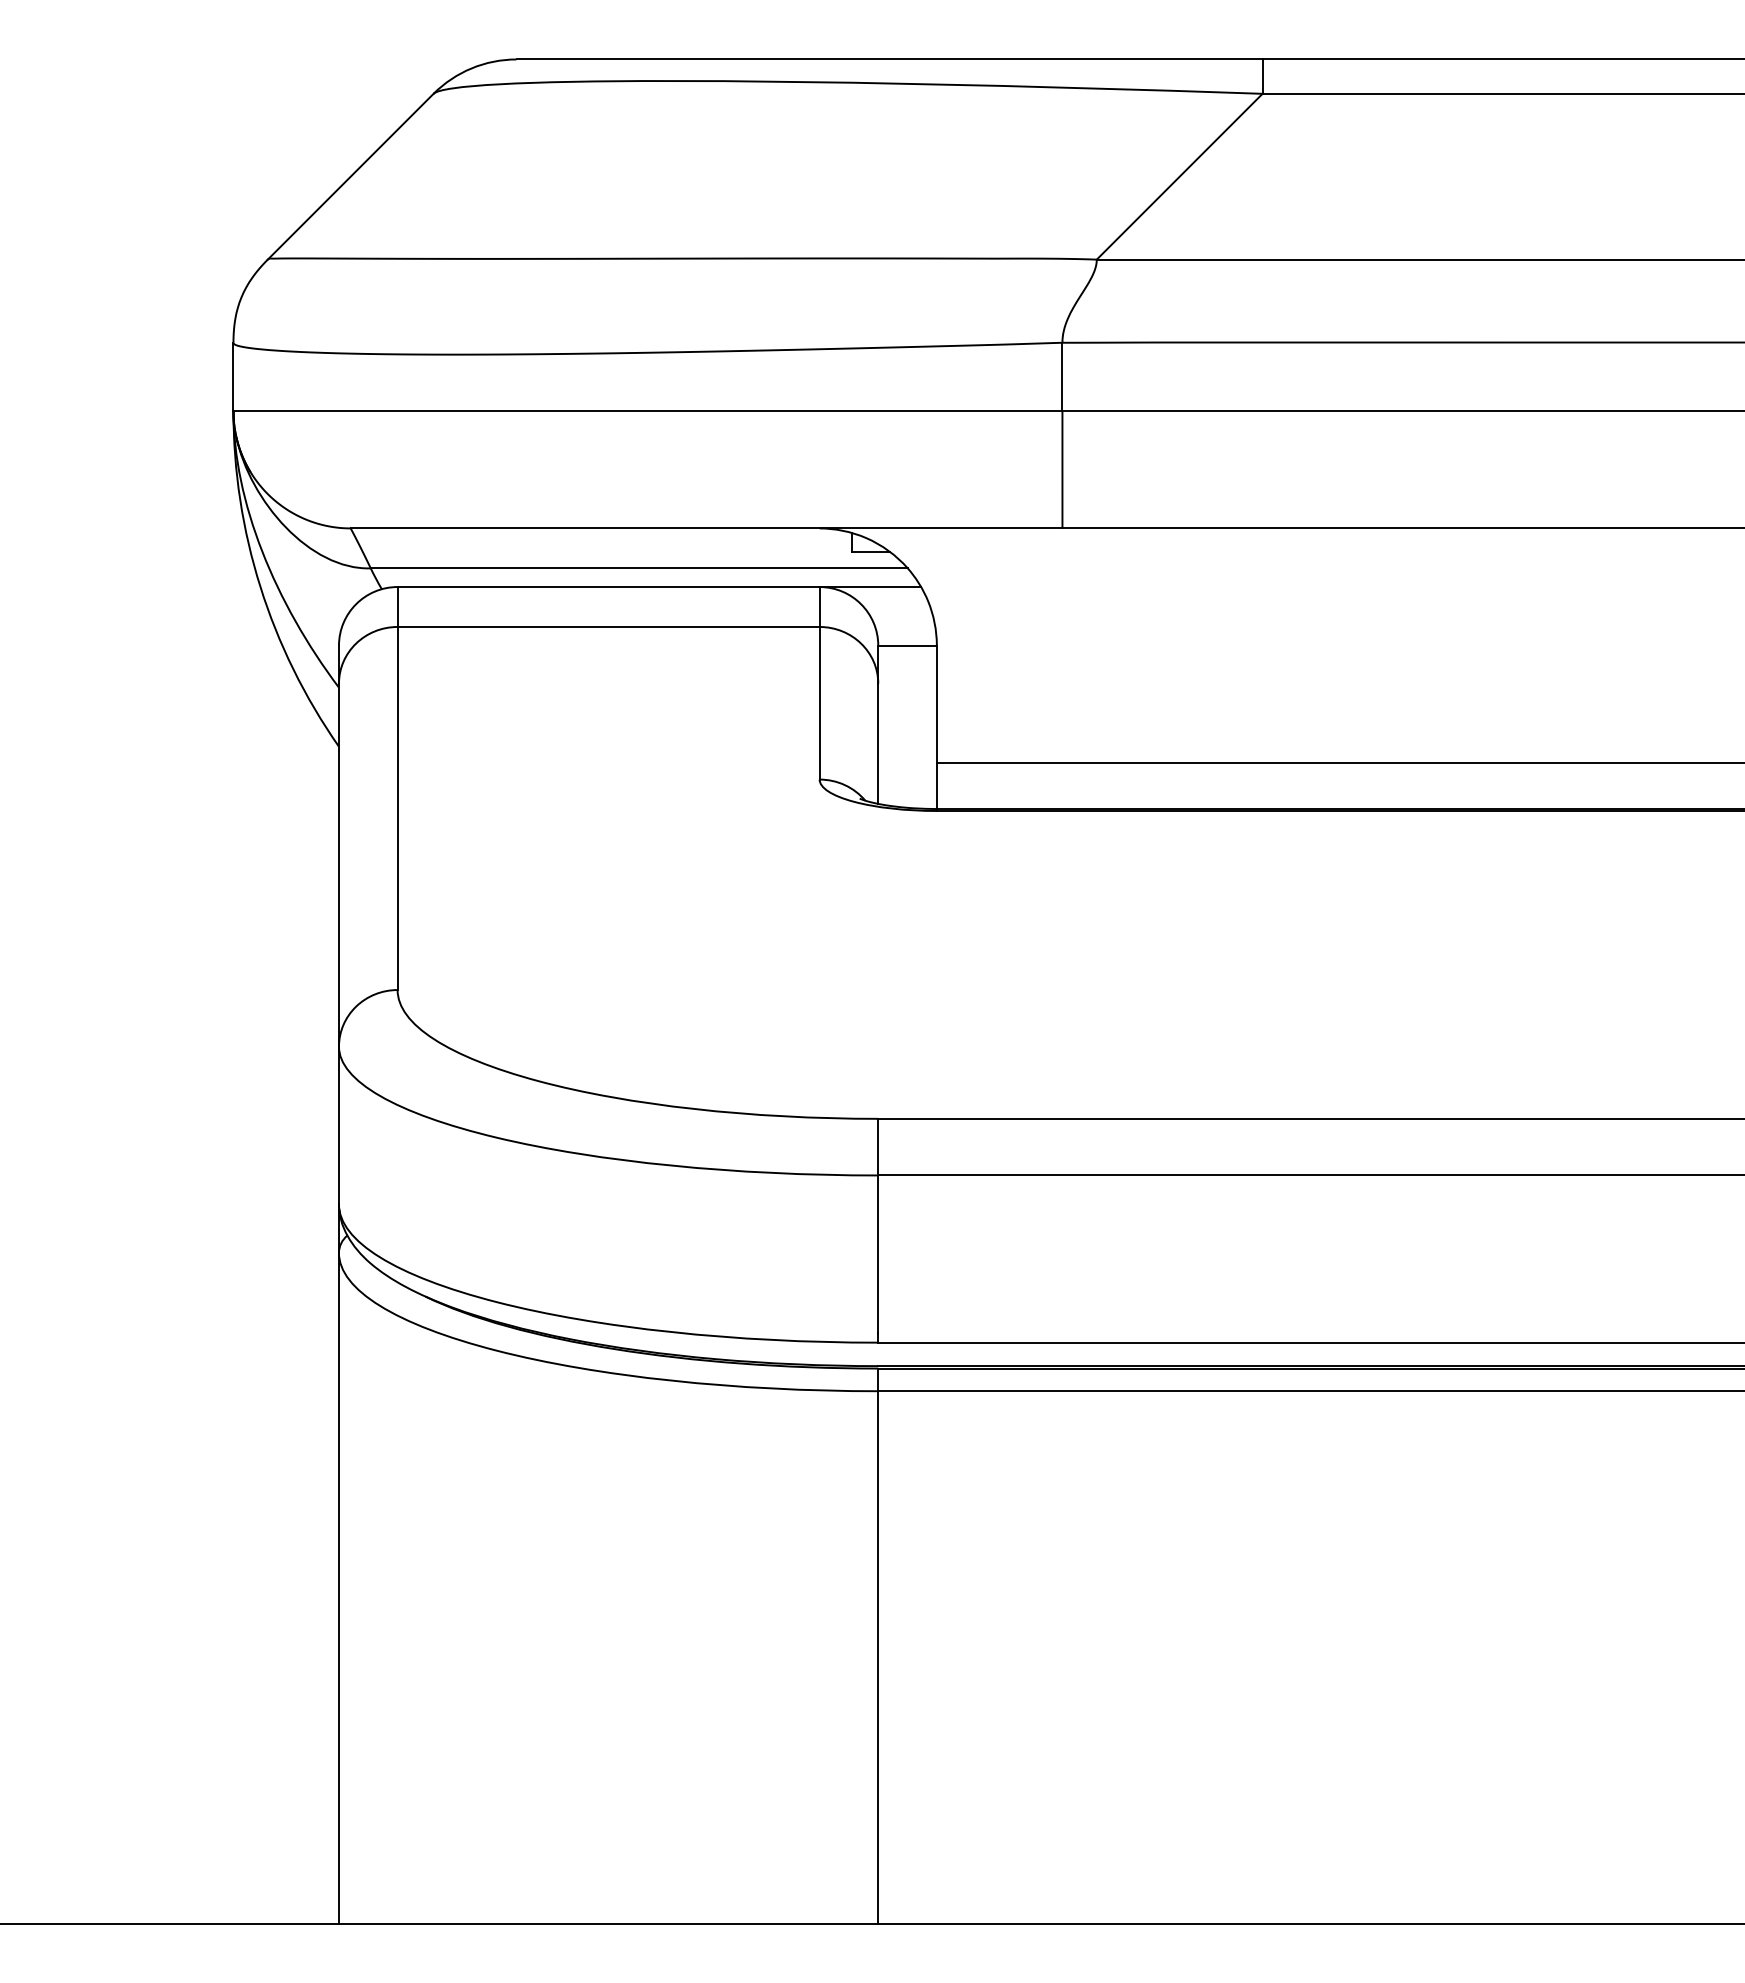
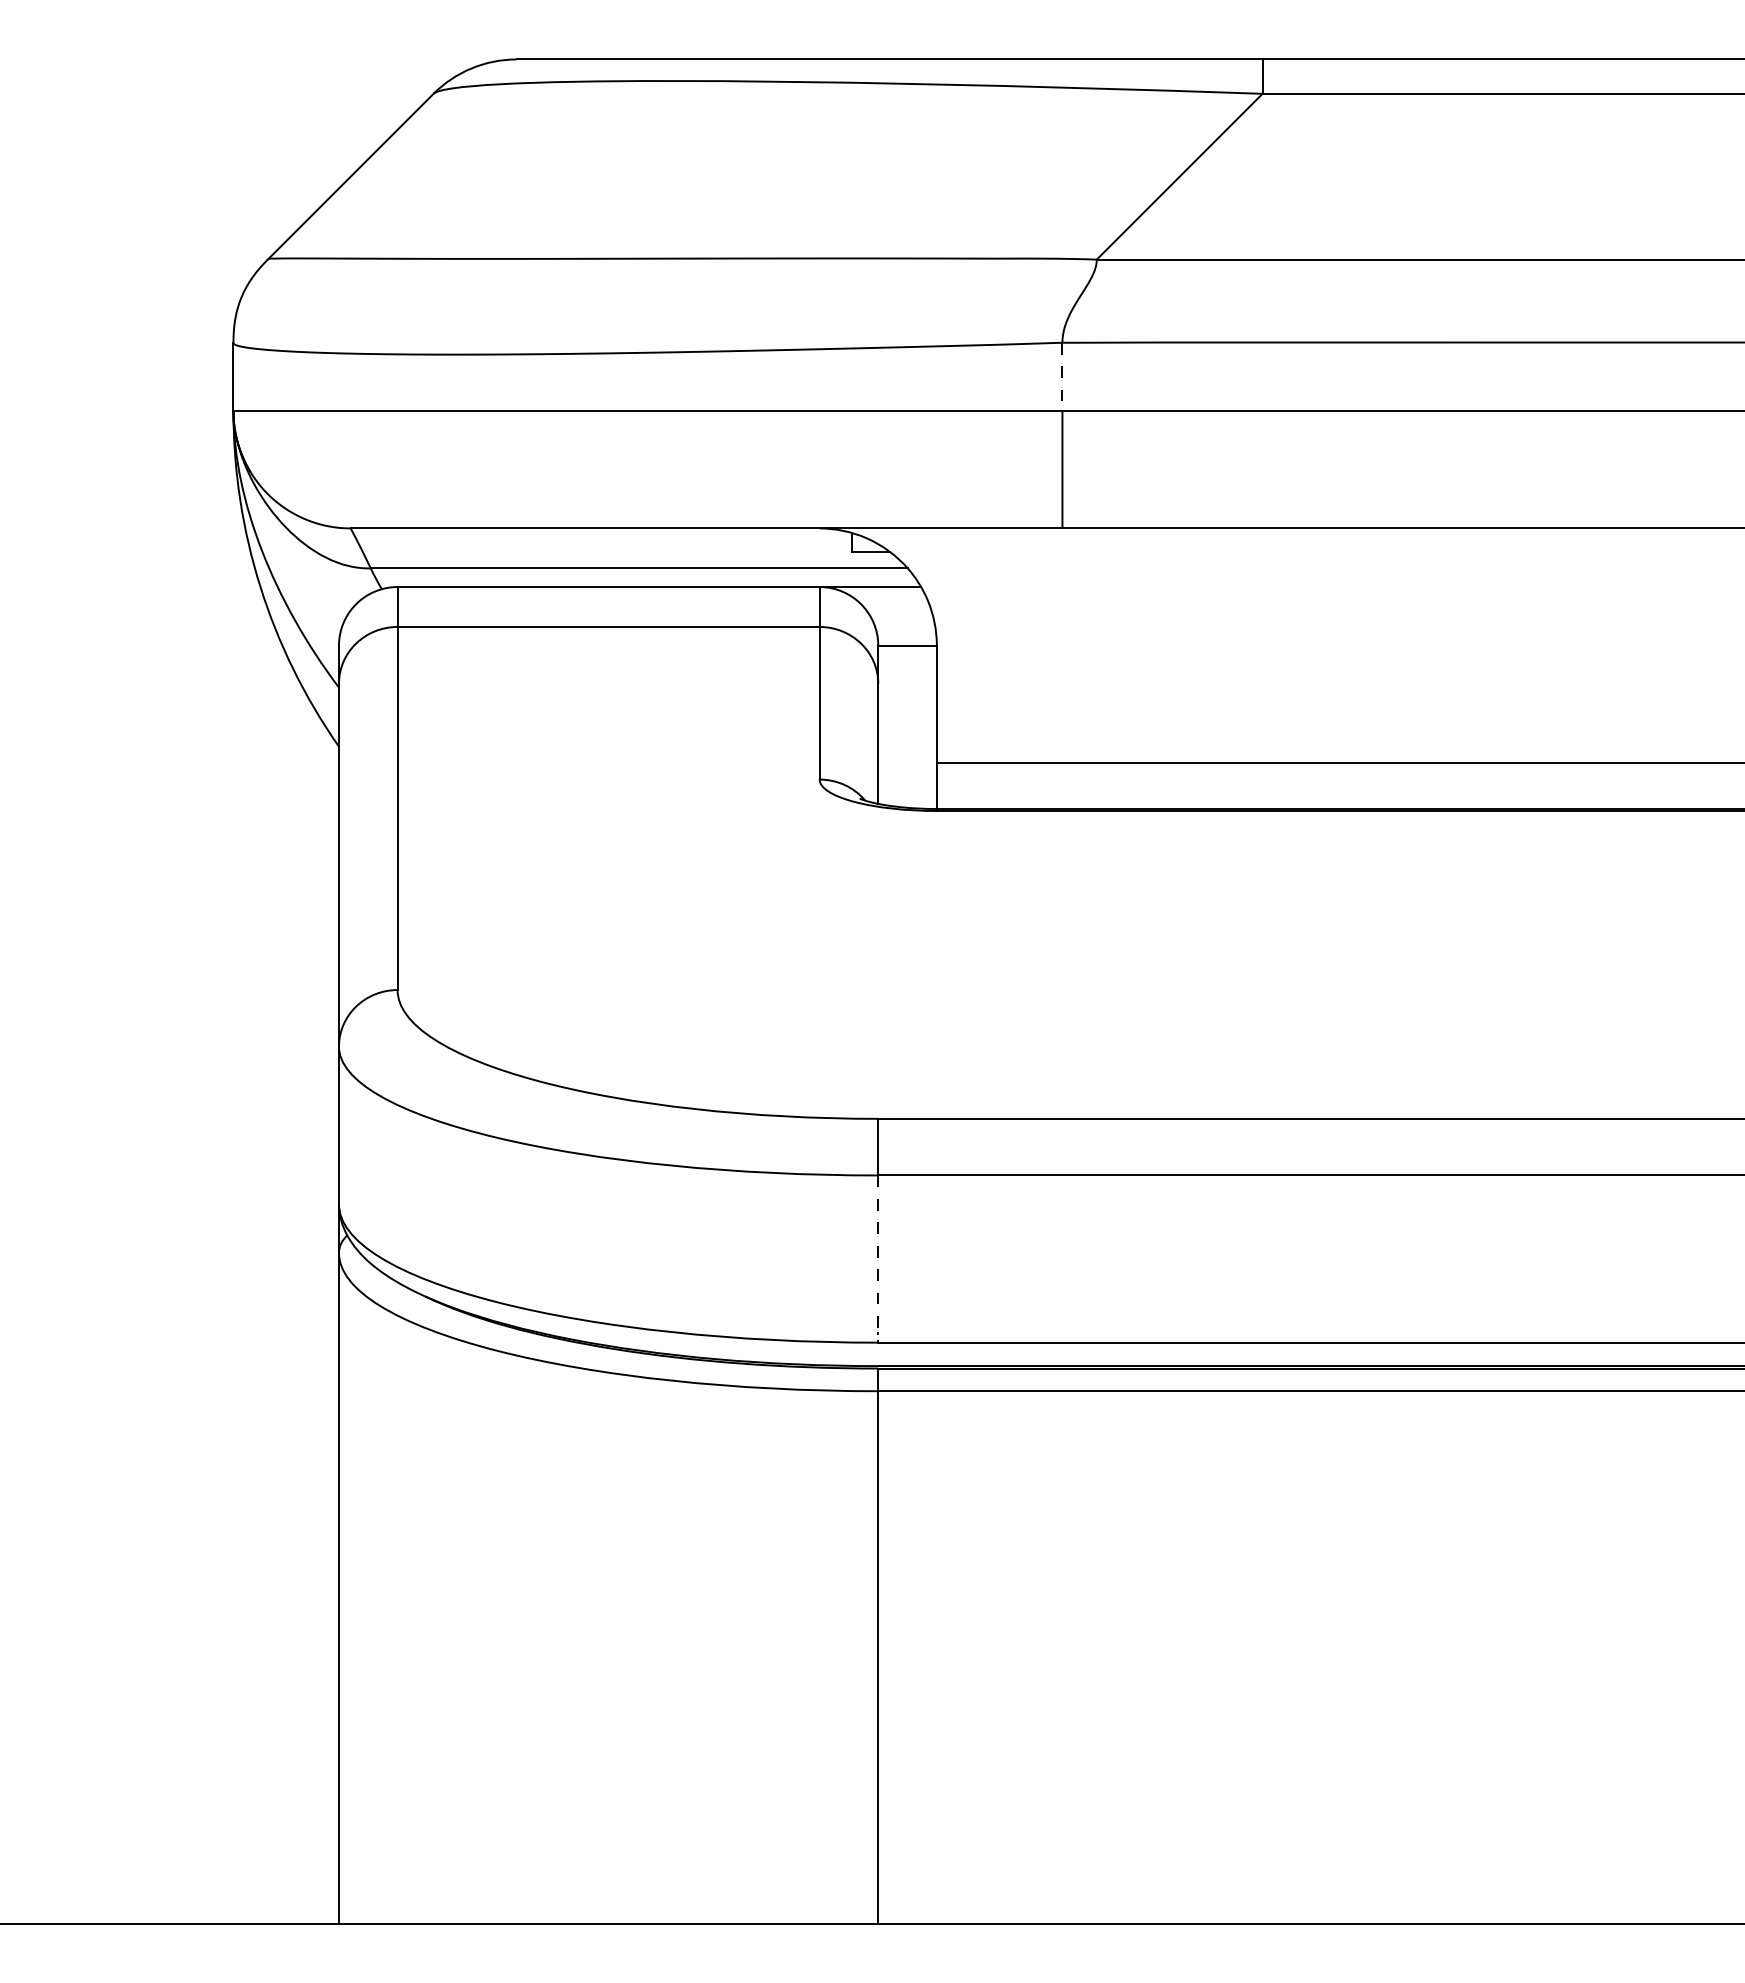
line at (1062, 377): solid -> dashed
line at (878, 1259): solid -> dashed
